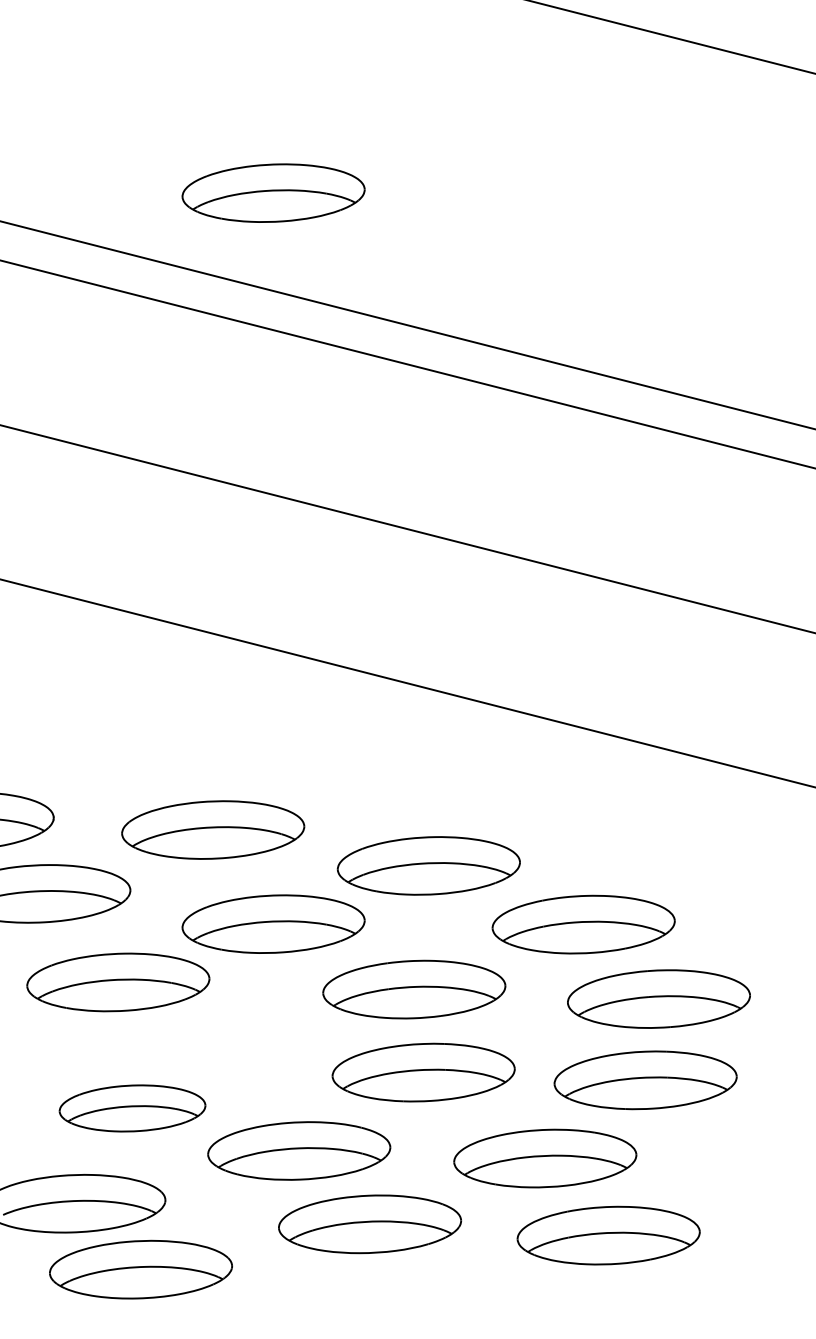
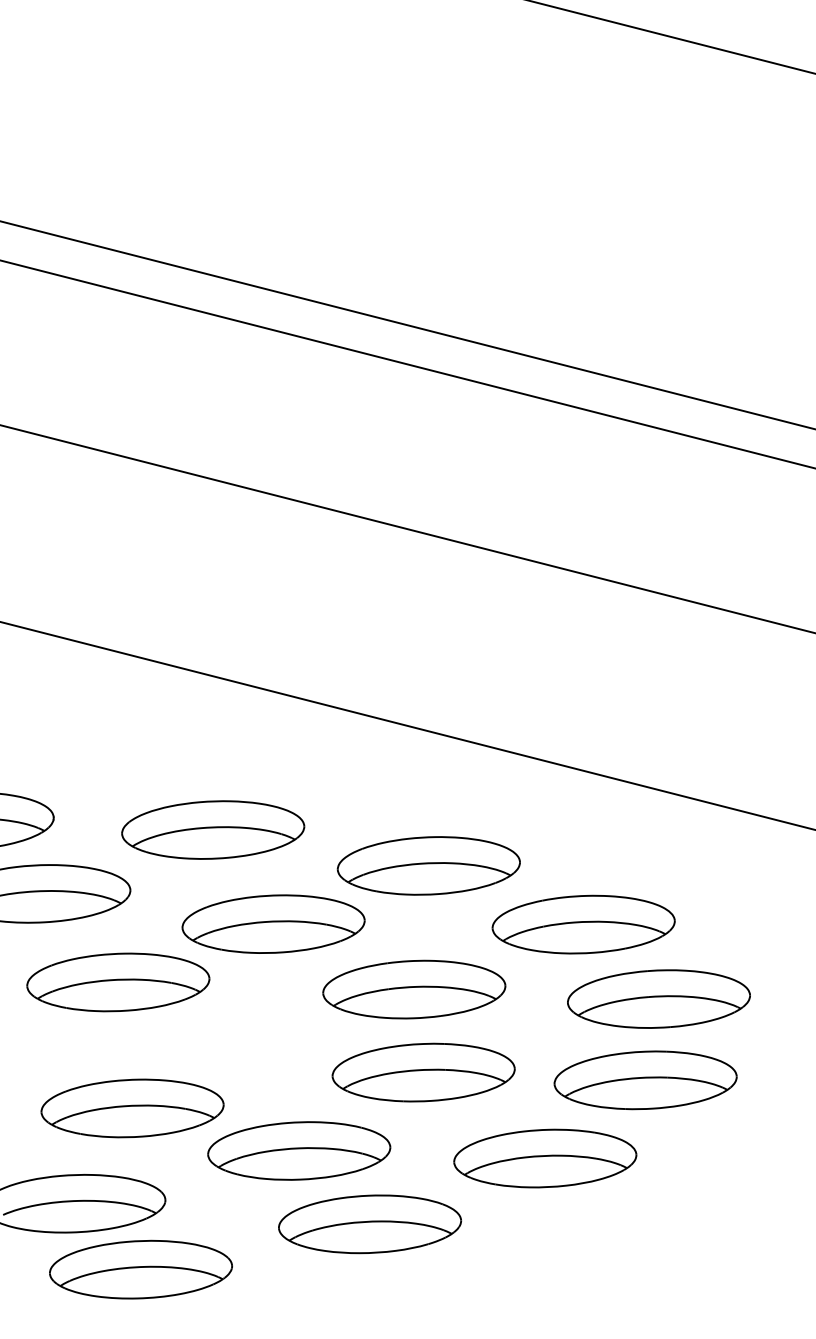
part at (273, 192): present -> none
line at (407, 682) position: (407, 682) -> (407, 725)
part at (132, 1108) size: 149x49 px -> 185x61 px
part at (608, 1235): present -> none
